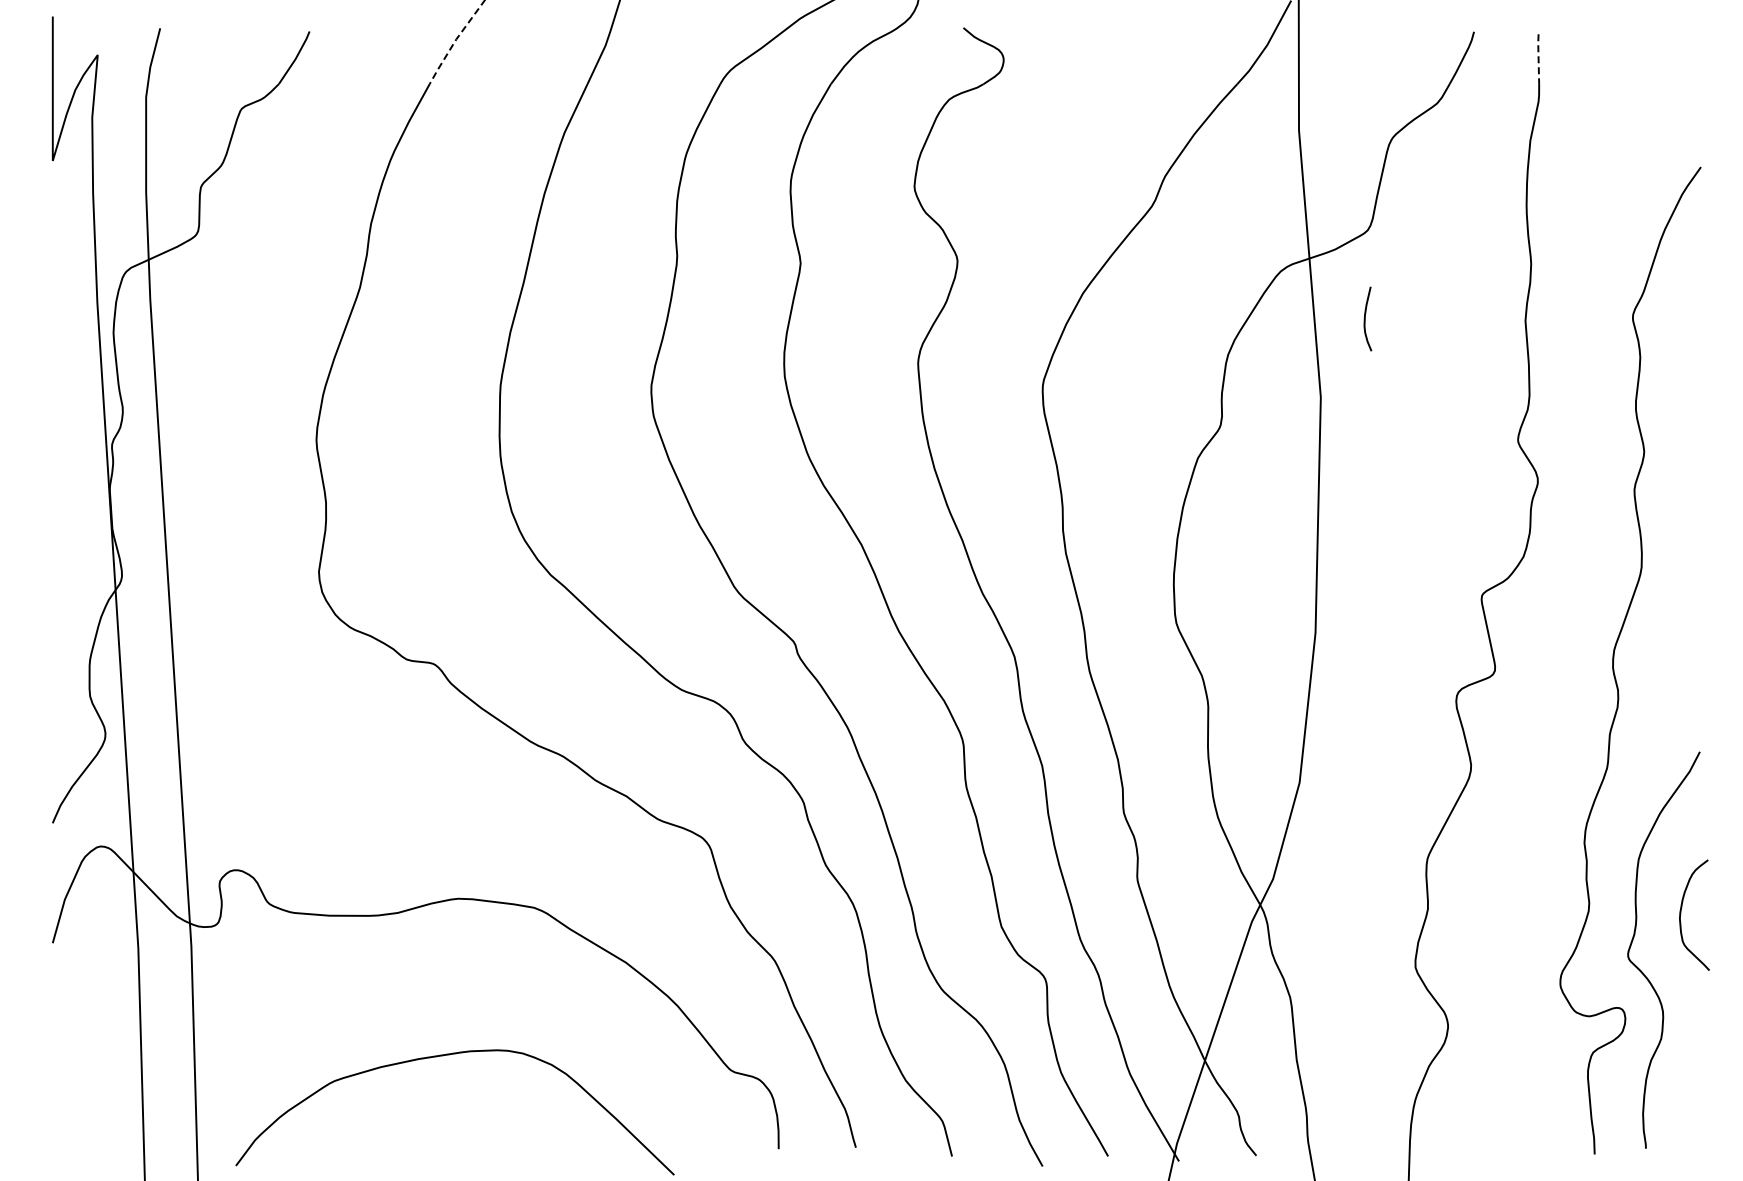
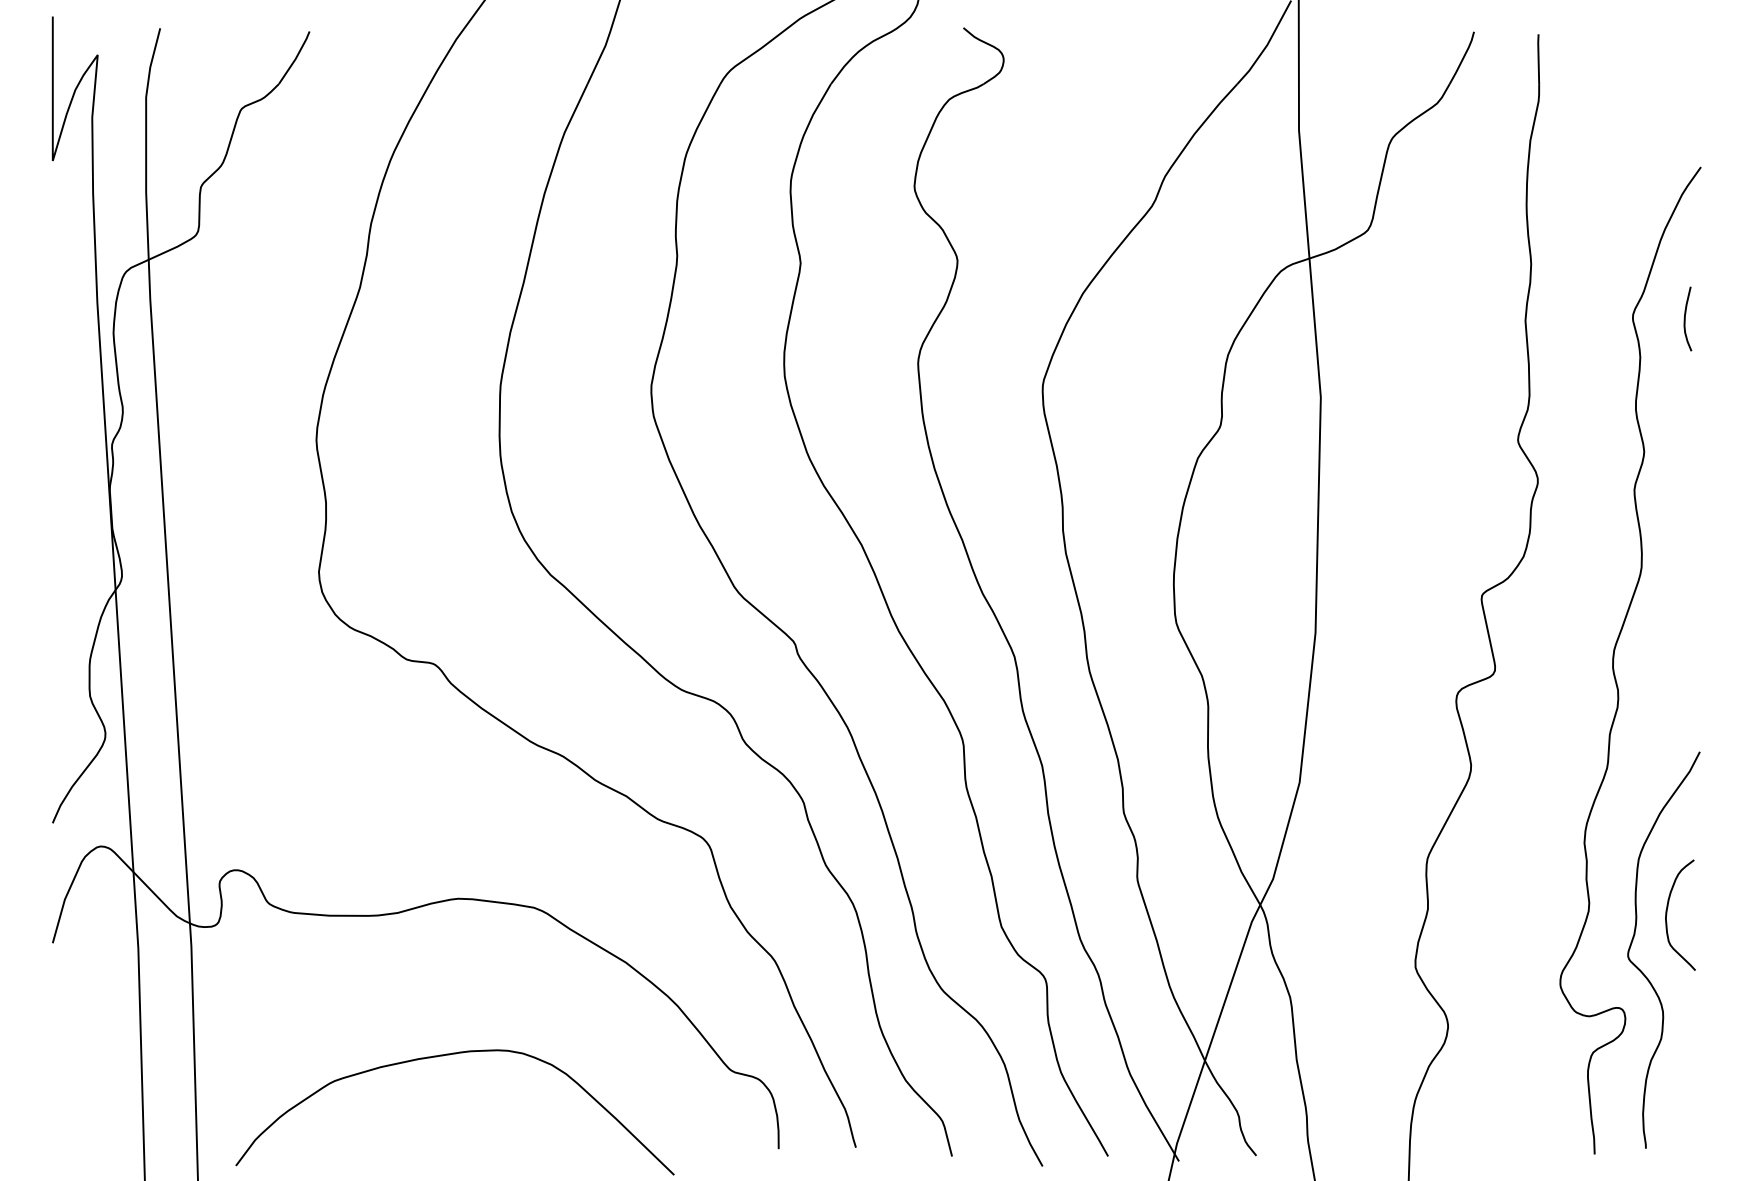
line at (455, 41): dashed -> solid
line at (1538, 58): dashed -> solid
curve at (1365, 318) position: (1365, 318) -> (1685, 318)
curve at (1681, 914) position: (1681, 914) -> (1667, 914)
